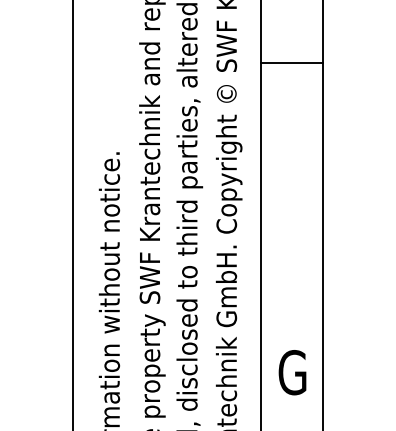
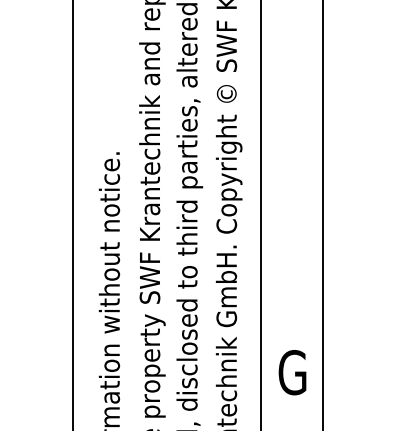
line at (291, 62): present -> none
